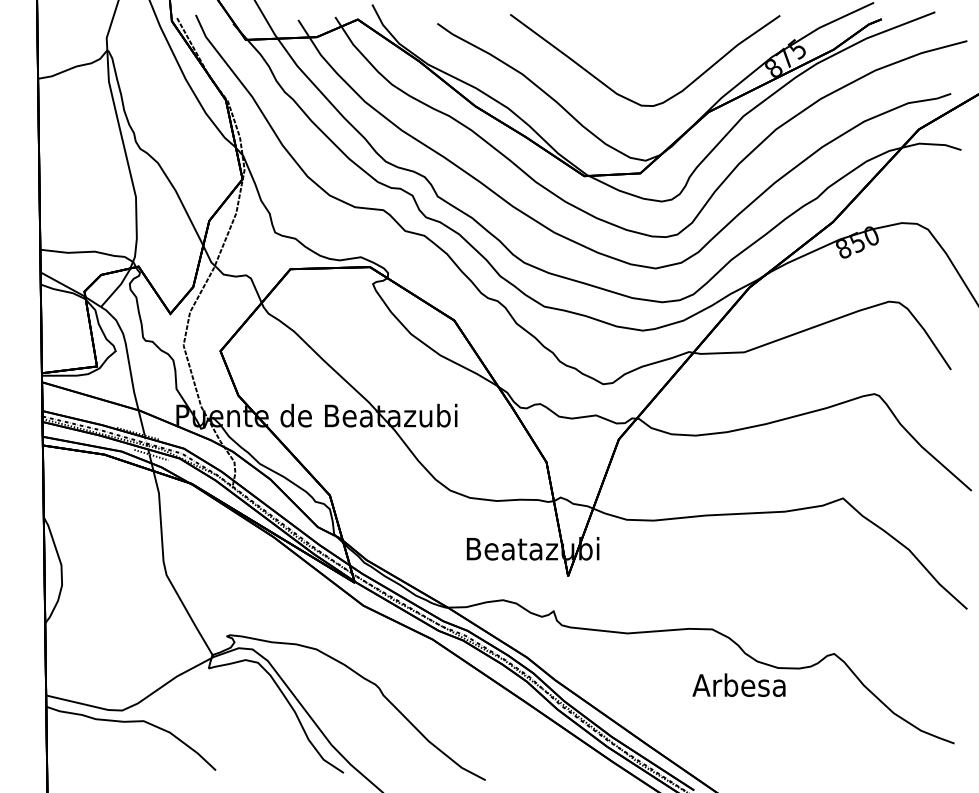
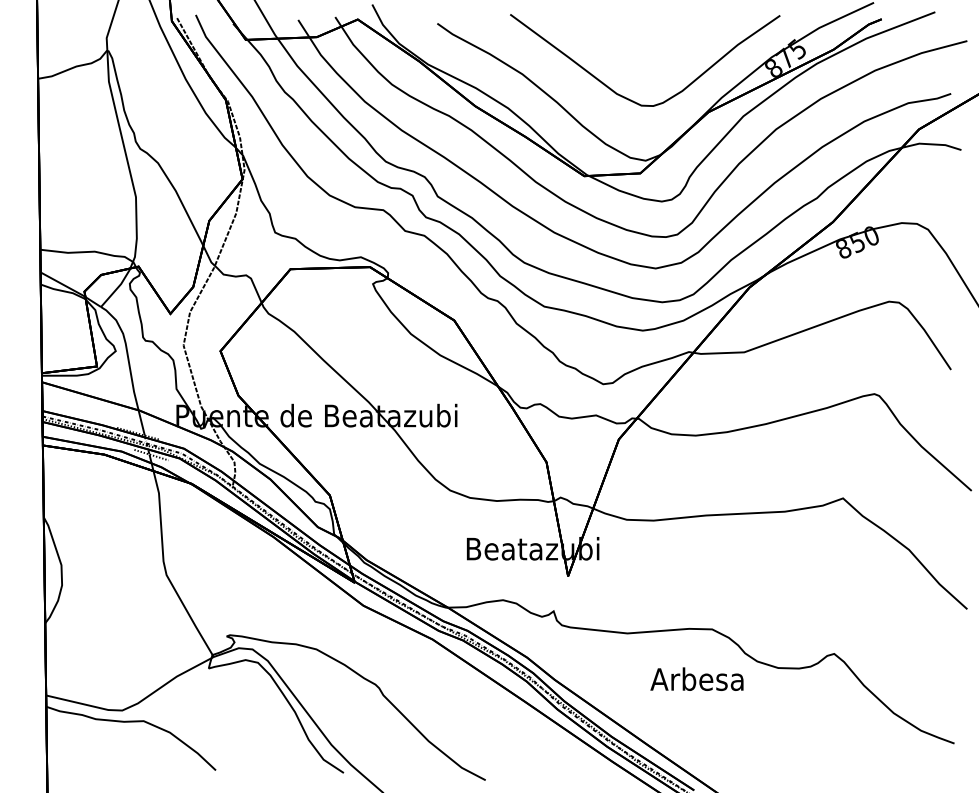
text at (738, 684) position: (738, 684) -> (696, 678)
